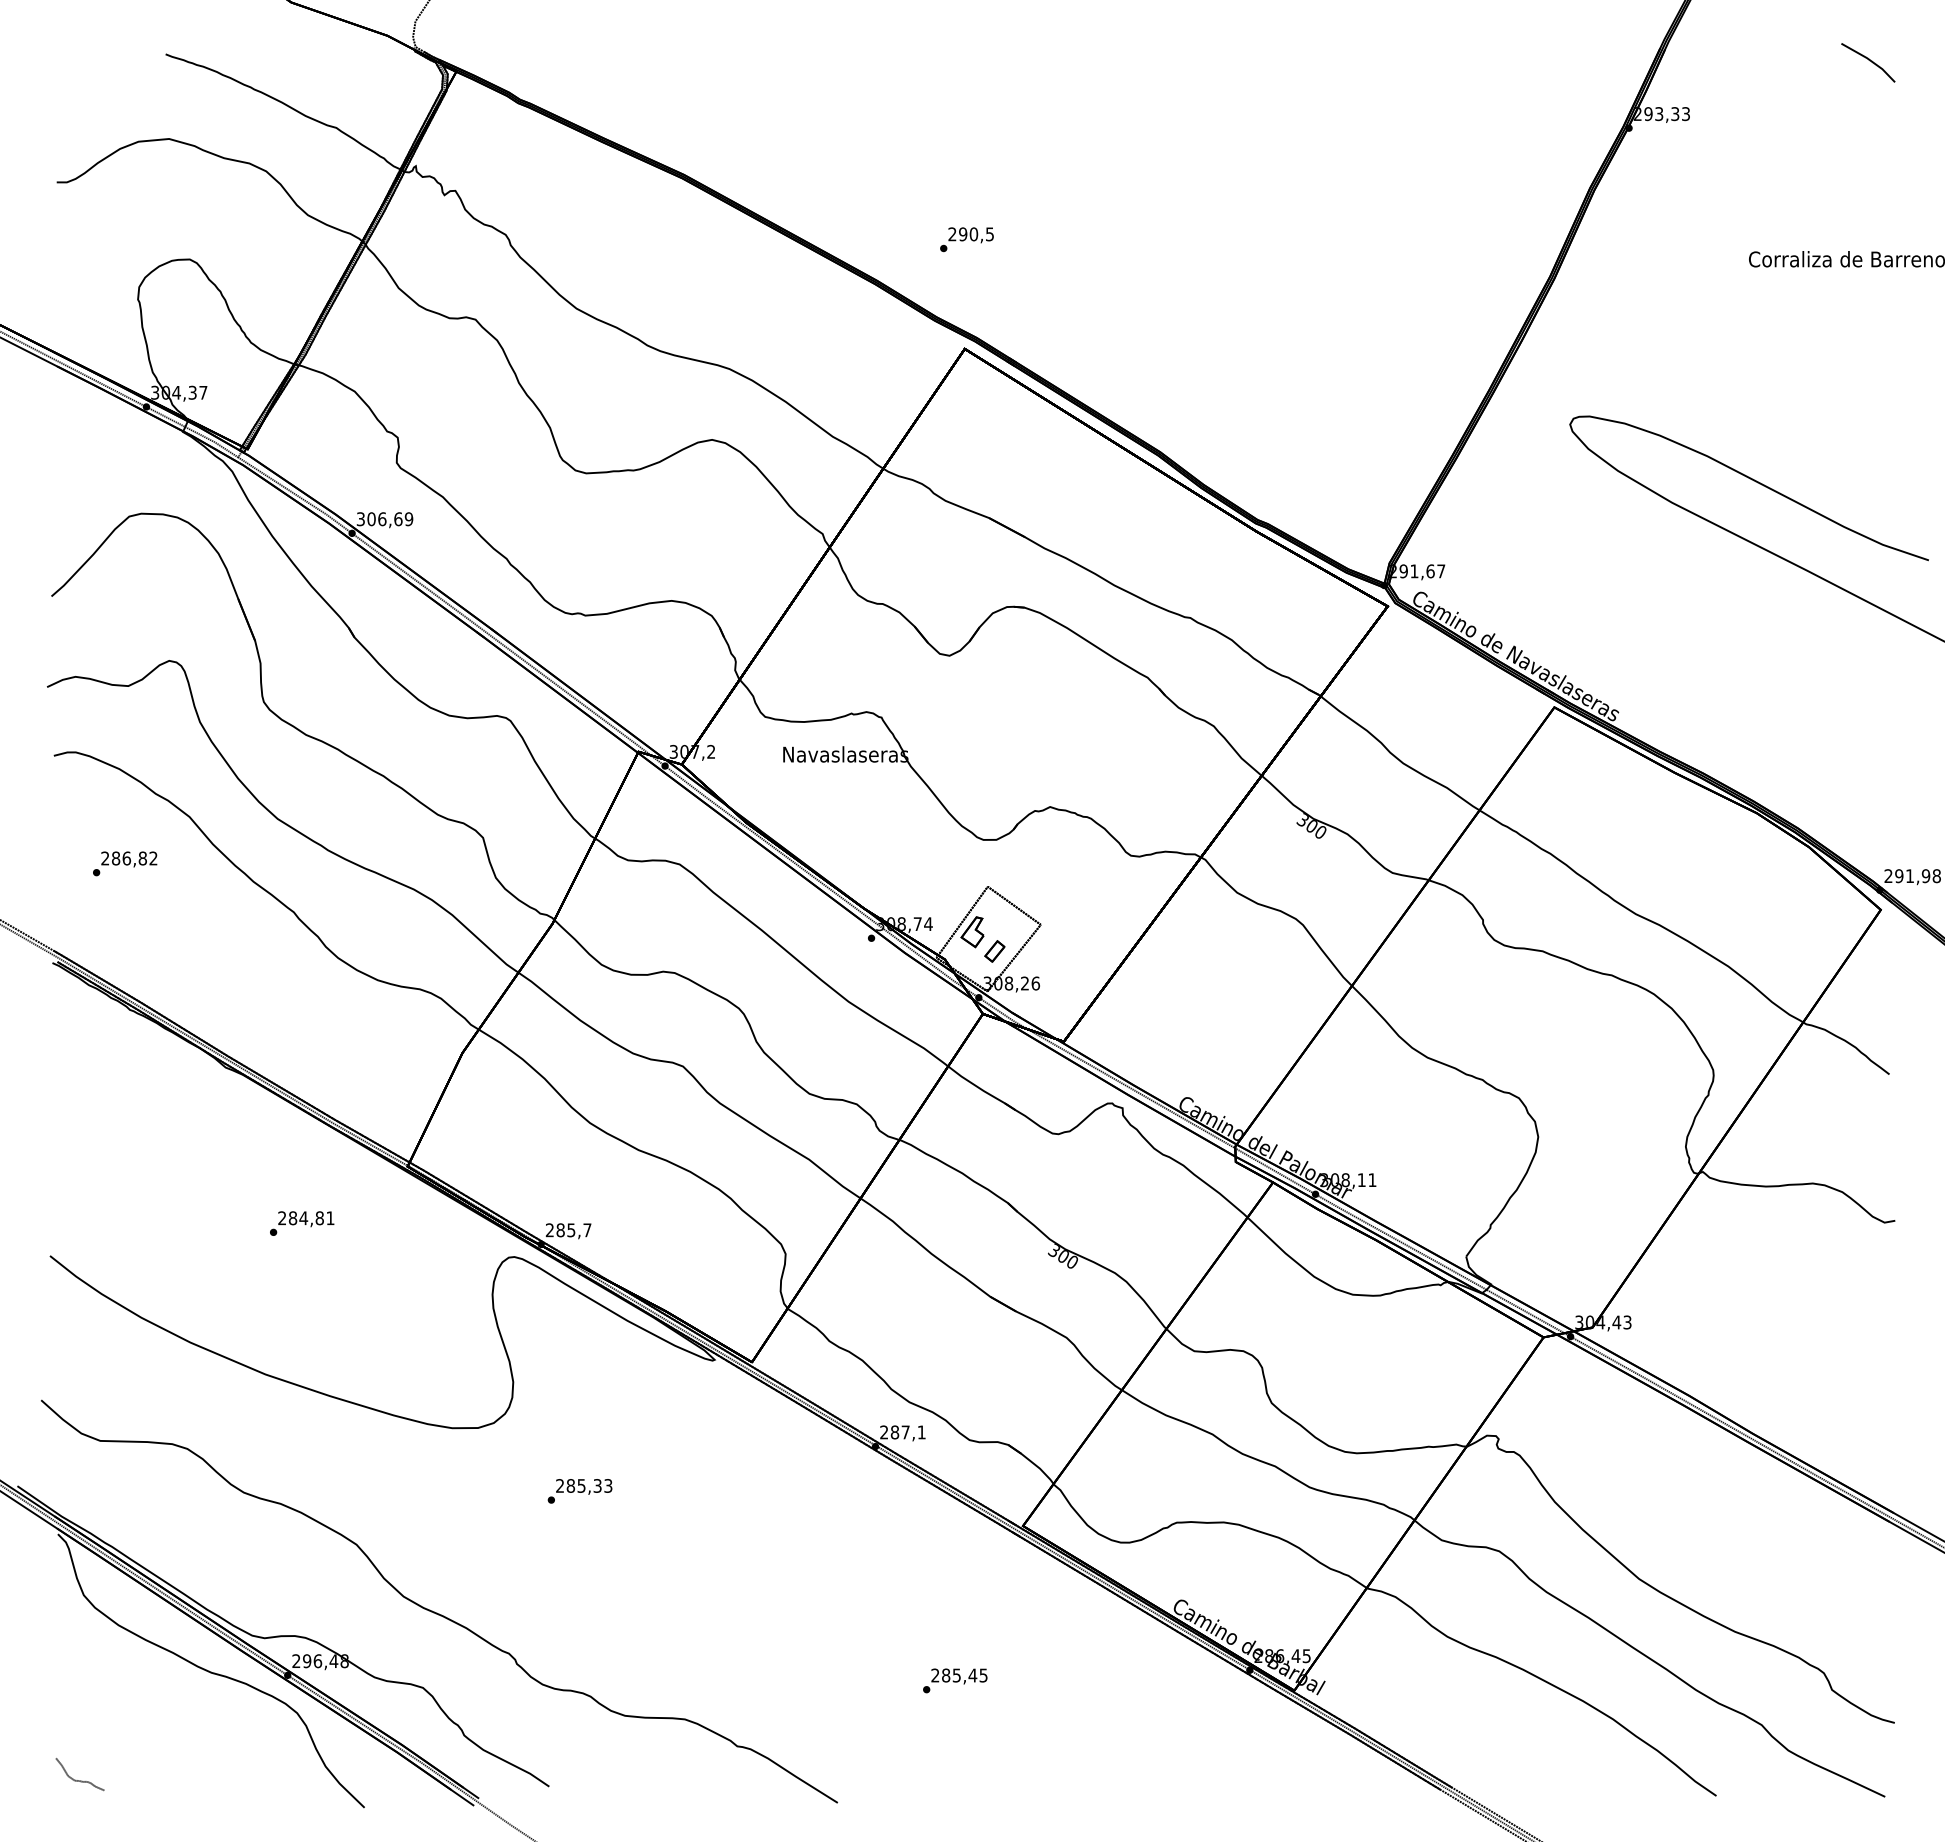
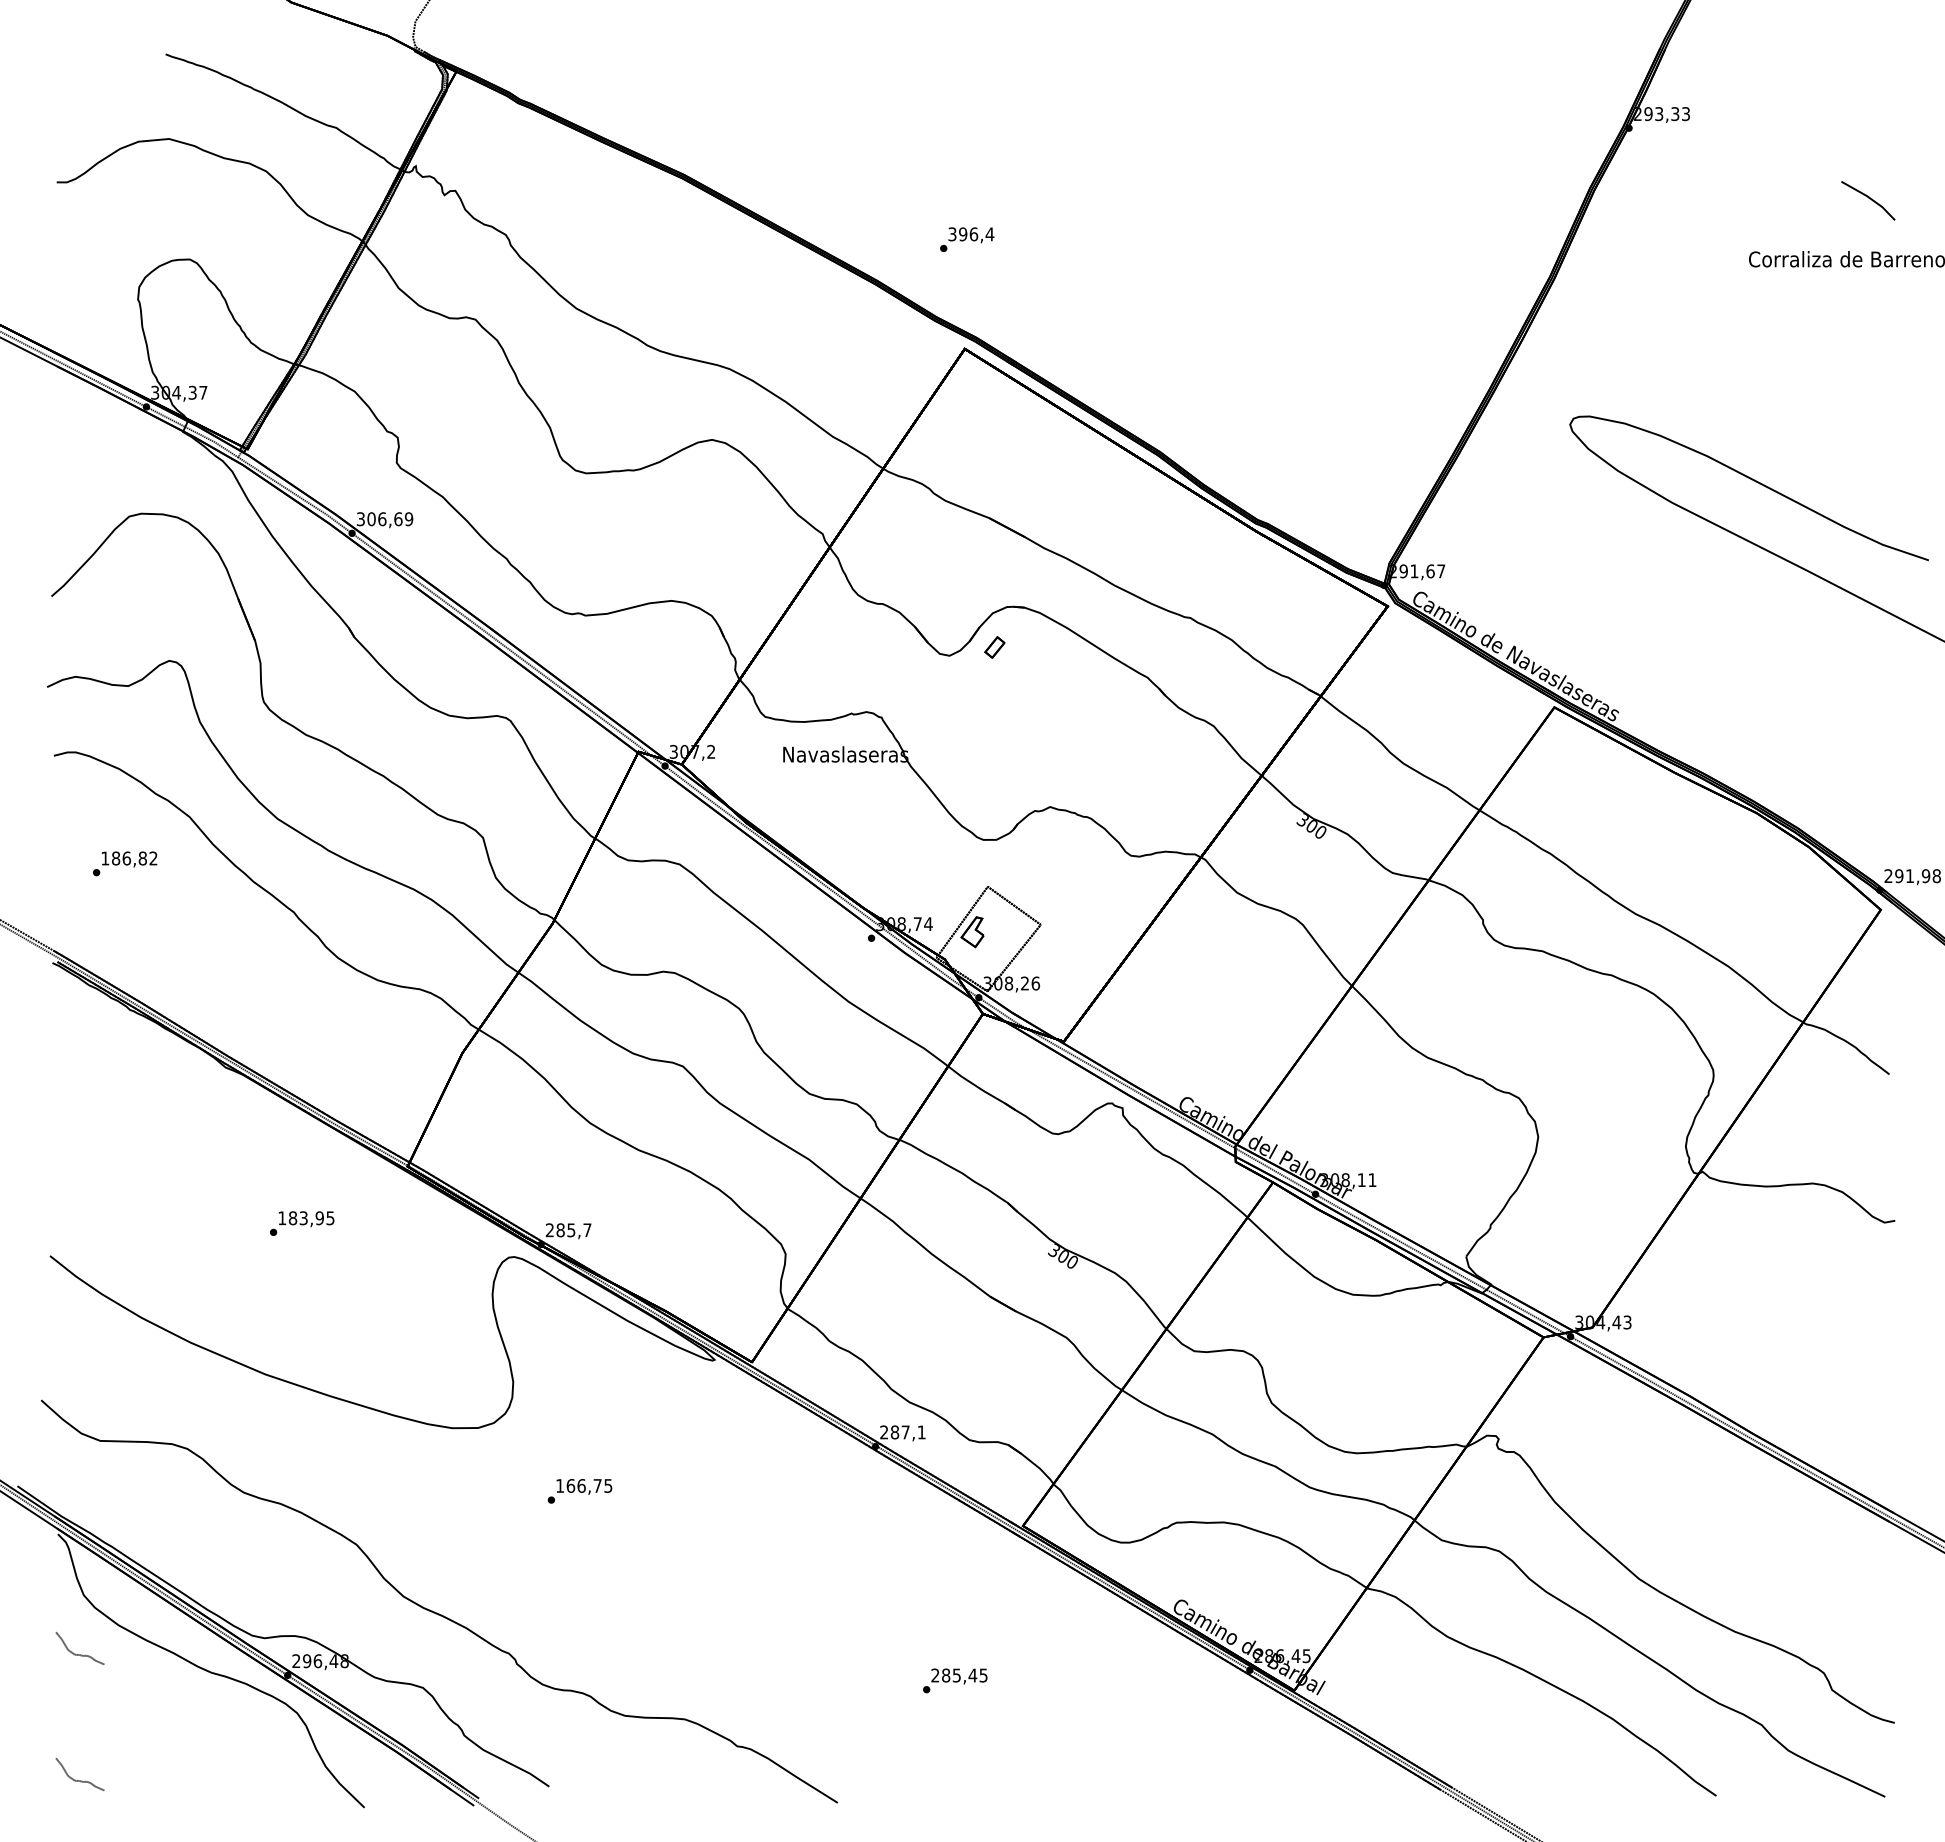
part at (1868, 62) position: (1868, 62) -> (1868, 200)
text at (971, 234): 290,5 -> 396,4
text at (105, 858): 286,82 -> 186,82
part at (994, 951) position: (994, 951) -> (994, 647)
text at (306, 1218): 284,81 -> 183,95
text at (584, 1485): 285,33 -> 166,75
curve at (79, 1654): none -> present
